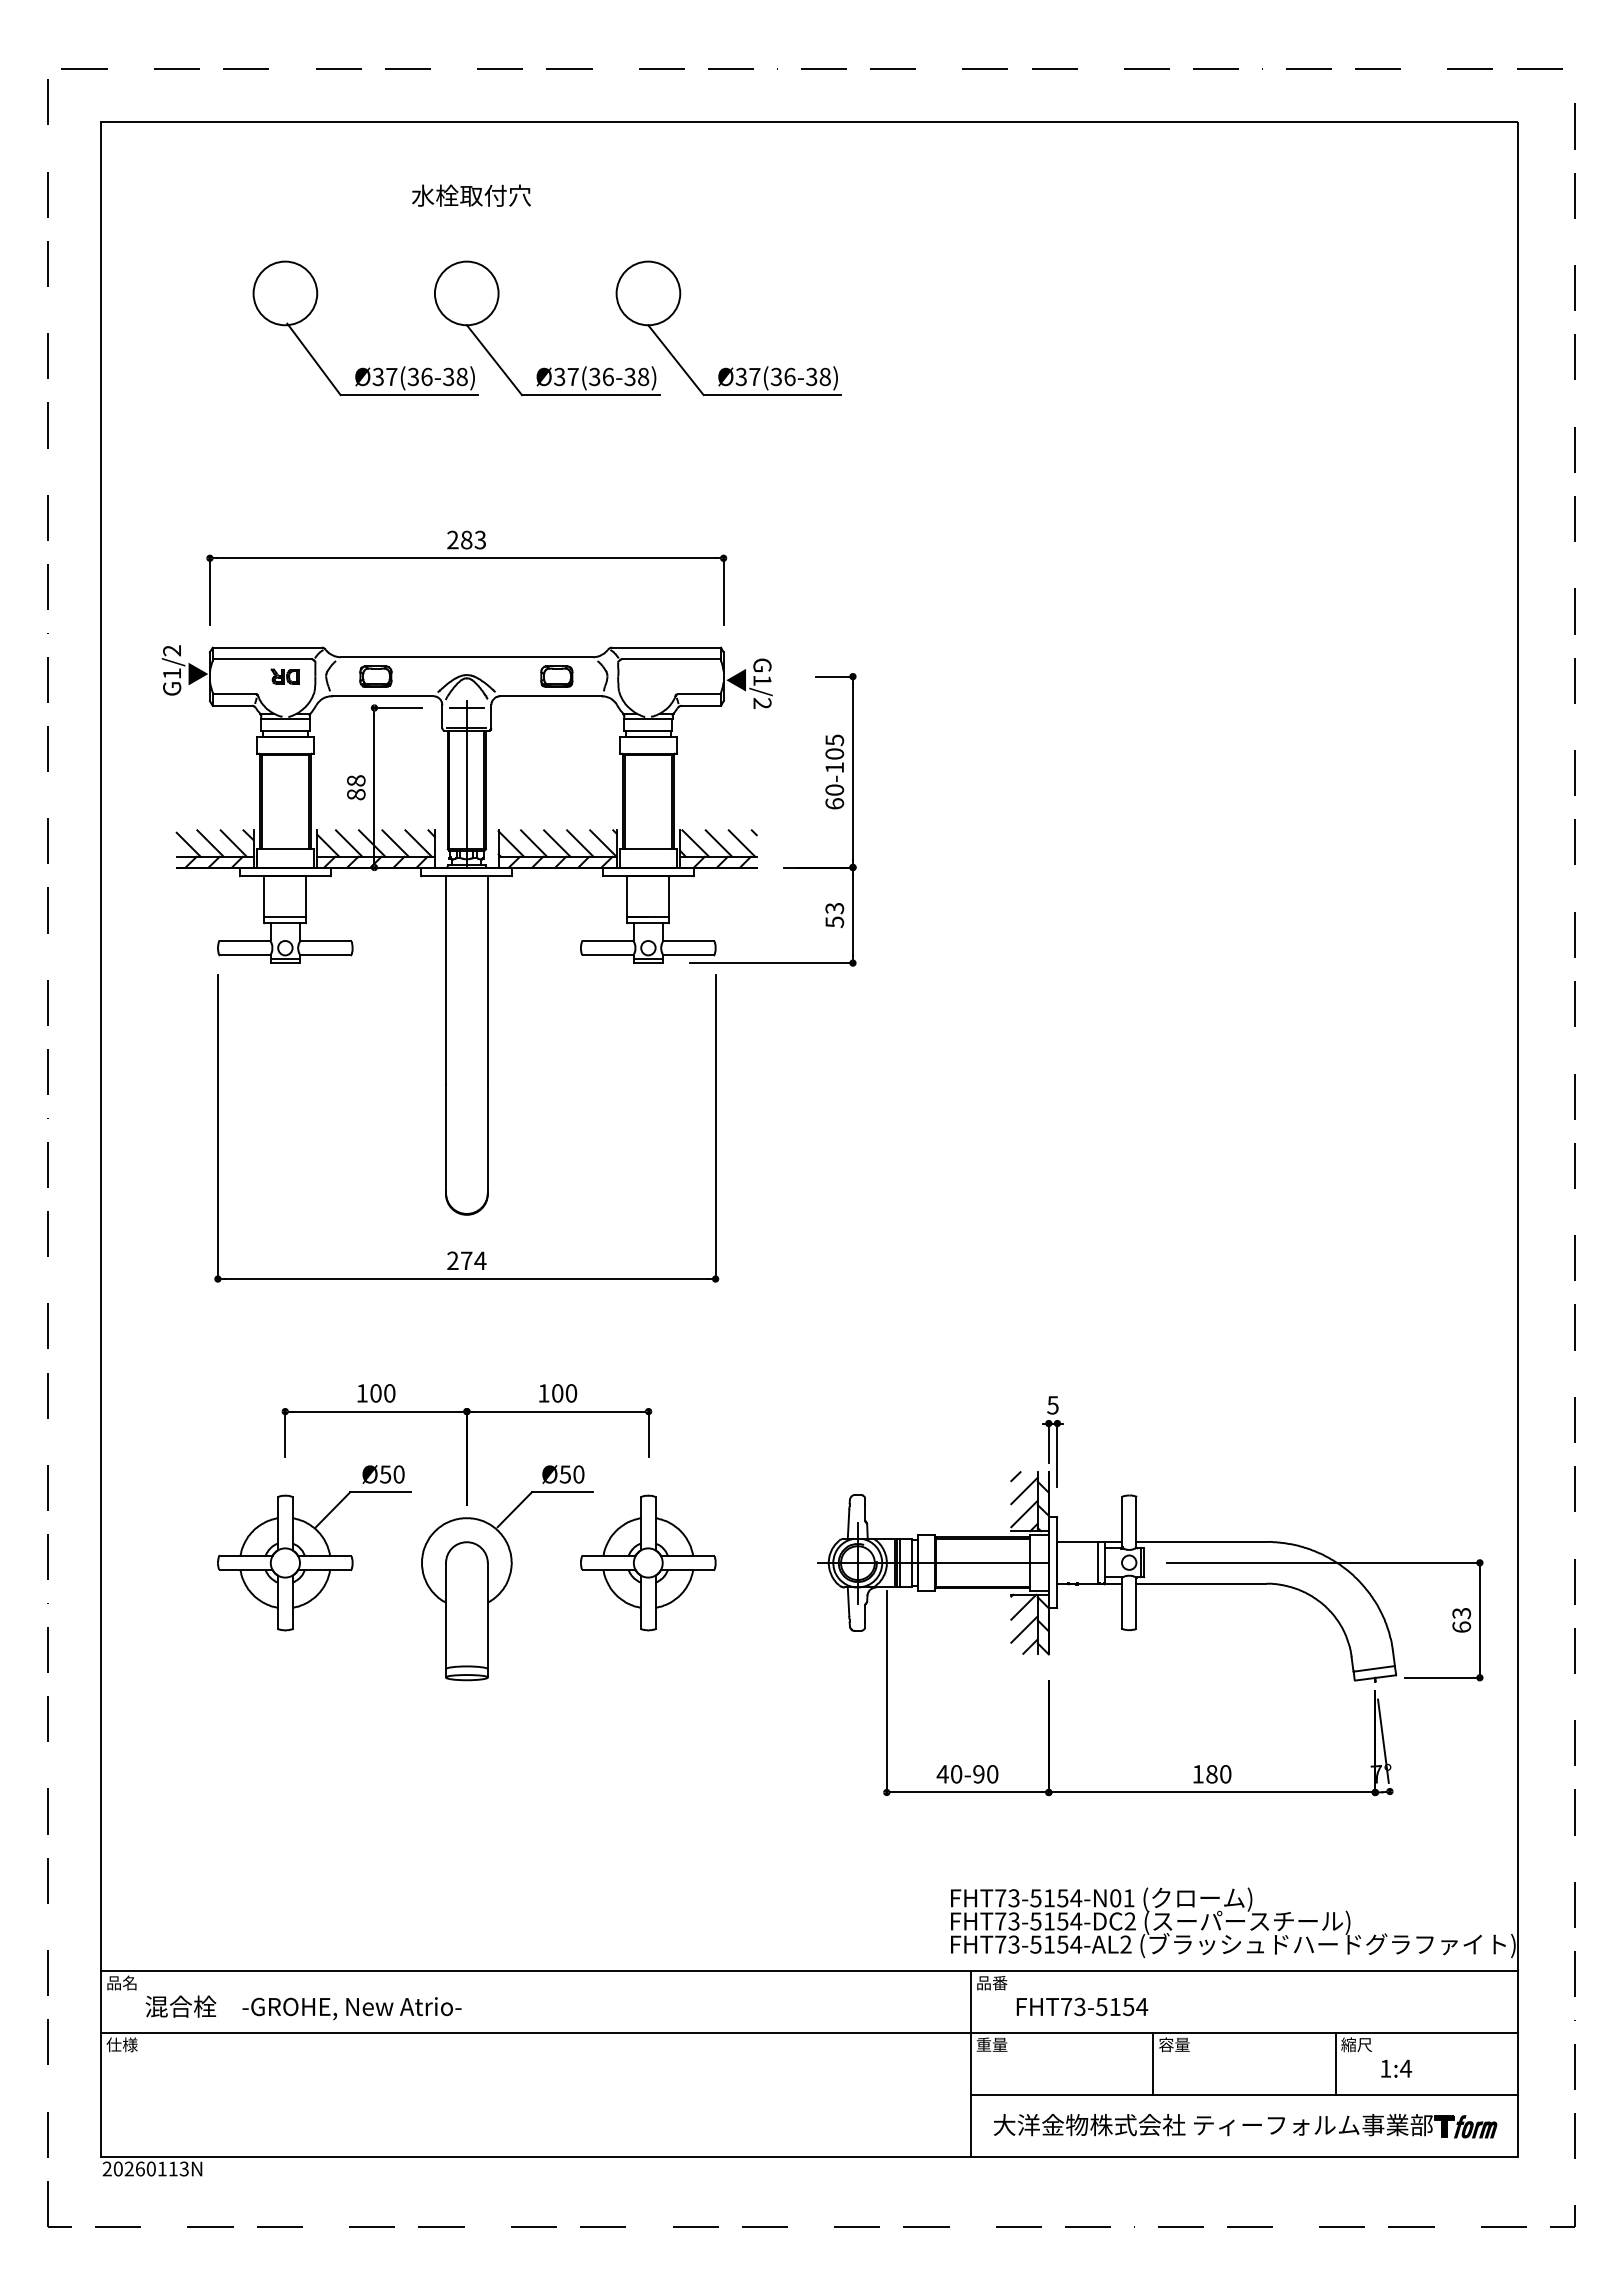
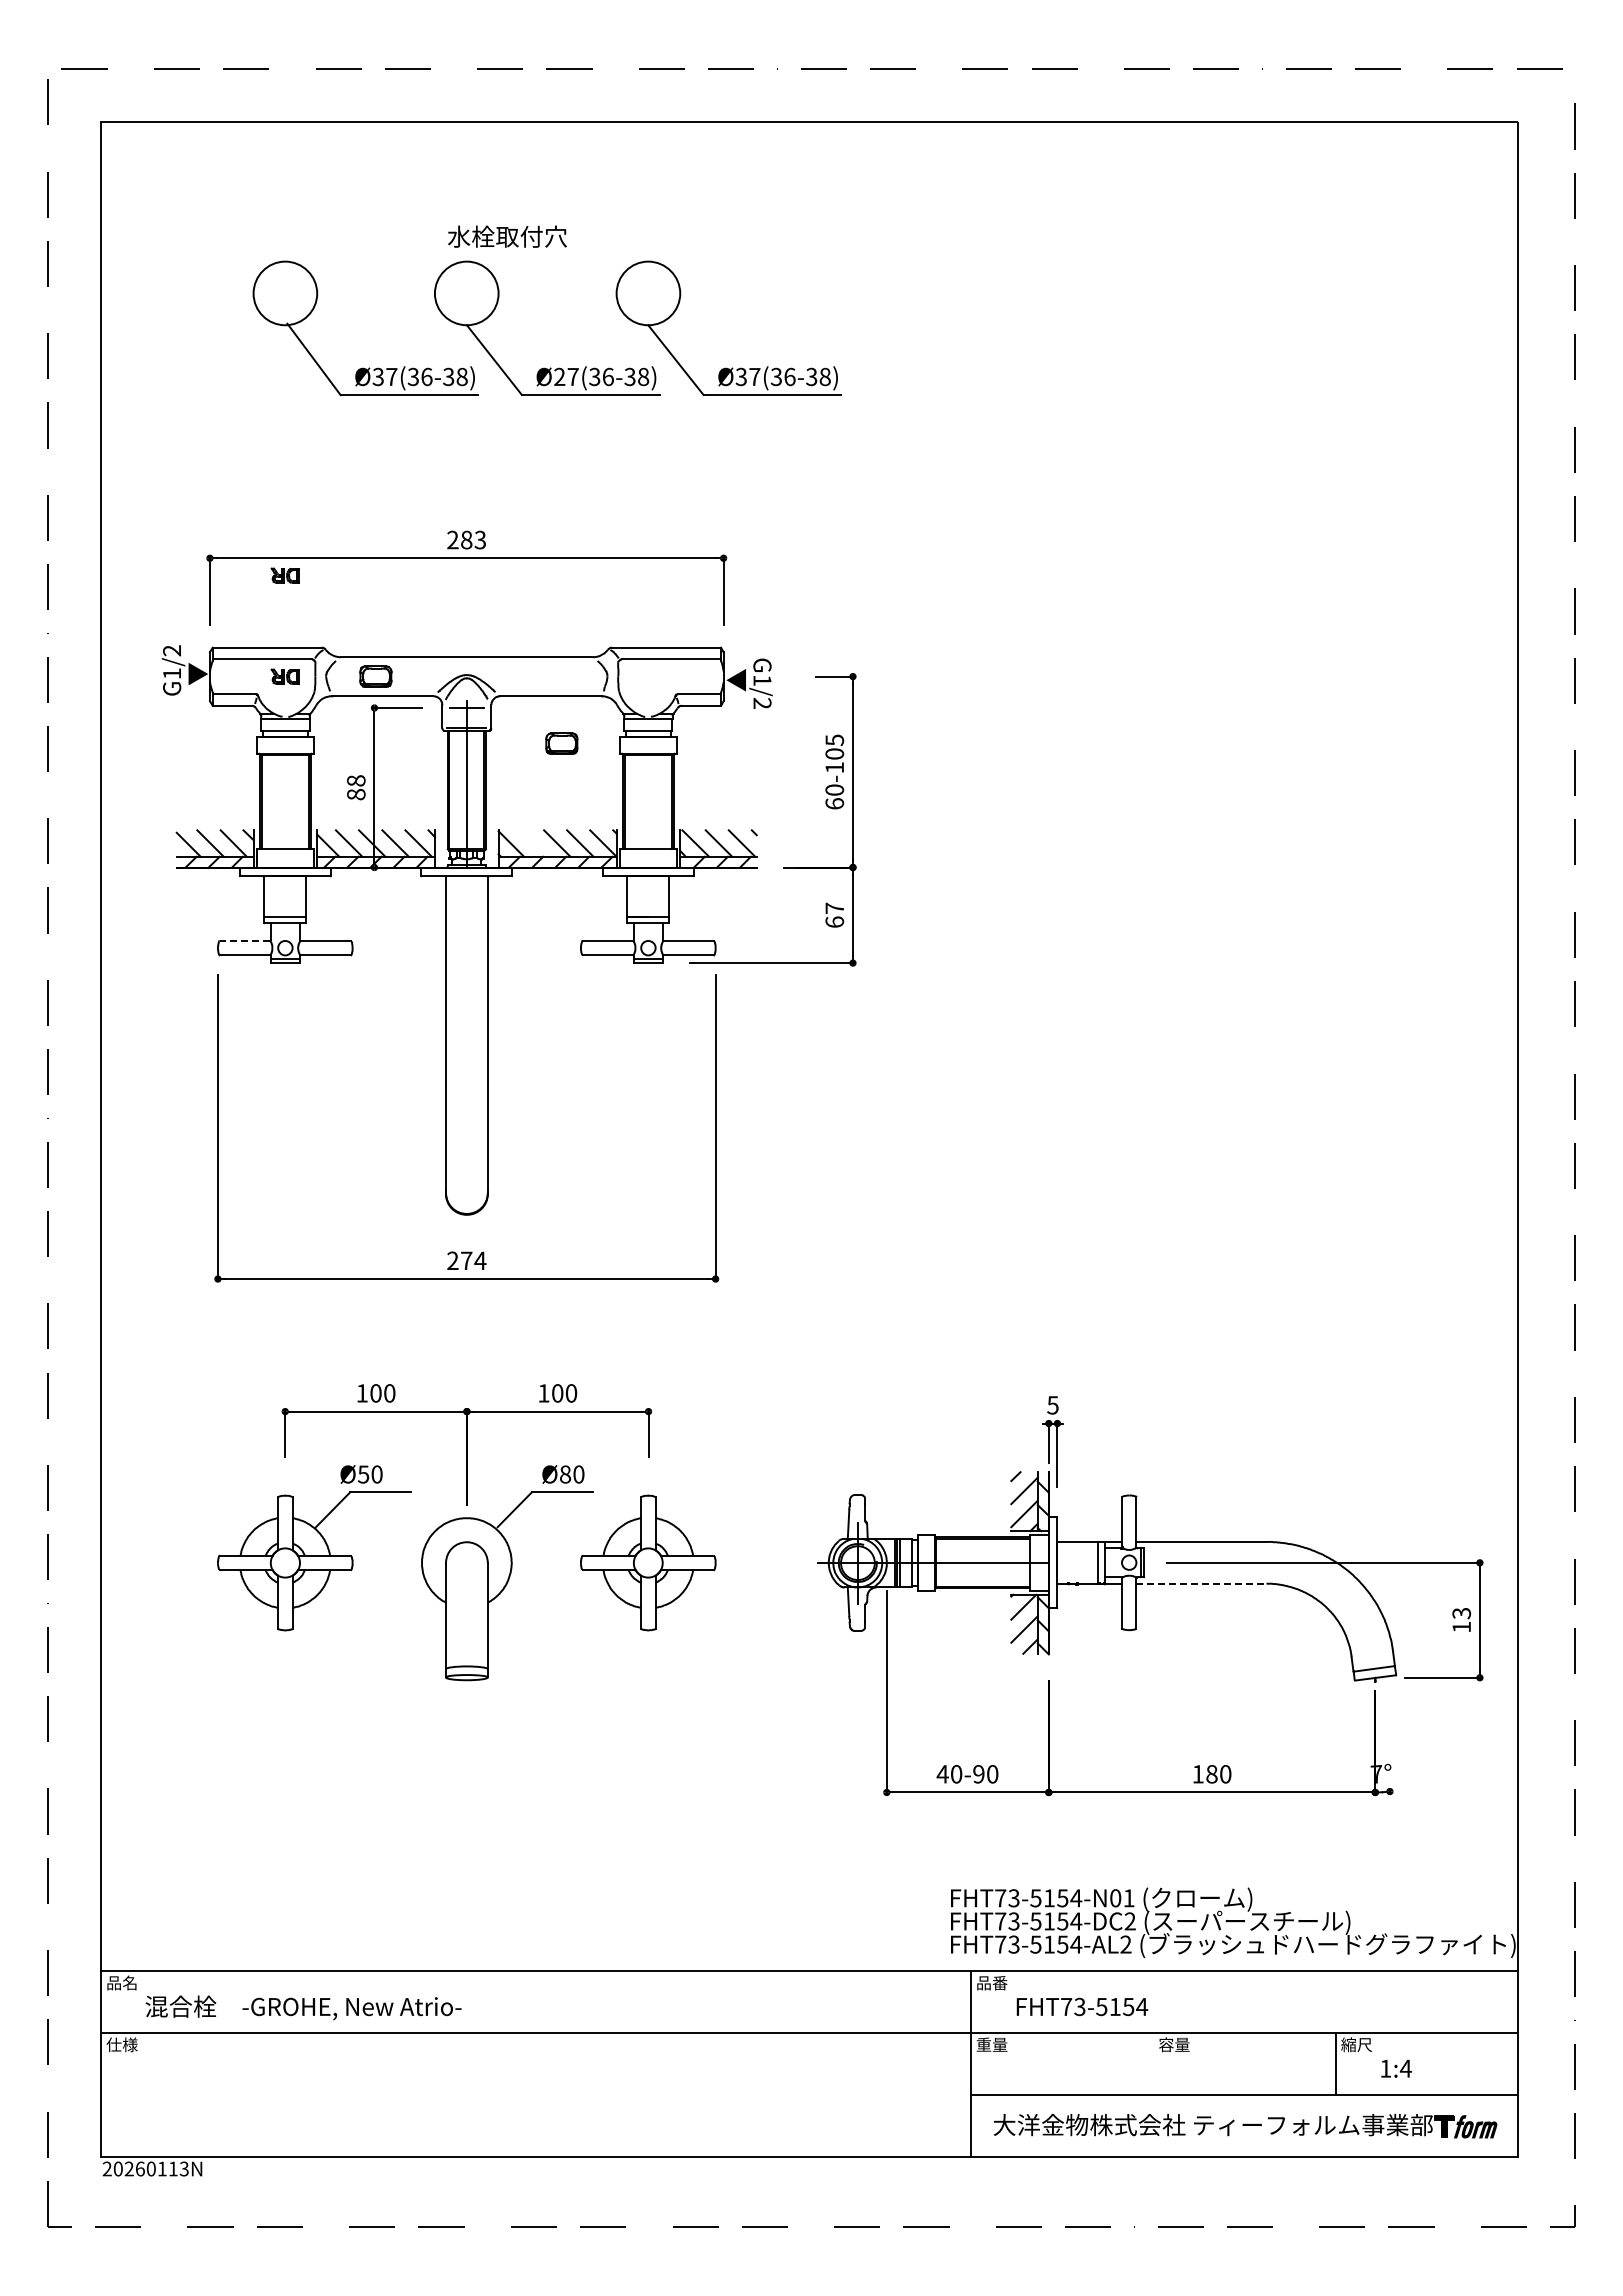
text at (471, 195) position: (471, 195) -> (507, 236)
text at (559, 377): Ø37(36-38) -> Ø27(36-38)
part at (284, 575): none -> present
part at (556, 676) position: (556, 676) -> (561, 743)
line at (534, 843): present -> none
text at (834, 915): 53 -> 67
line at (244, 940): solid -> dashed
text at (383, 1474) position: (383, 1474) -> (361, 1474)
text at (565, 1474): Ø50 -> Ø80
line at (1201, 1583): solid -> dashed
text at (1461, 1626): 63 -> 13
line at (1383, 1740): present -> none
line at (1153, 2063): present -> none
